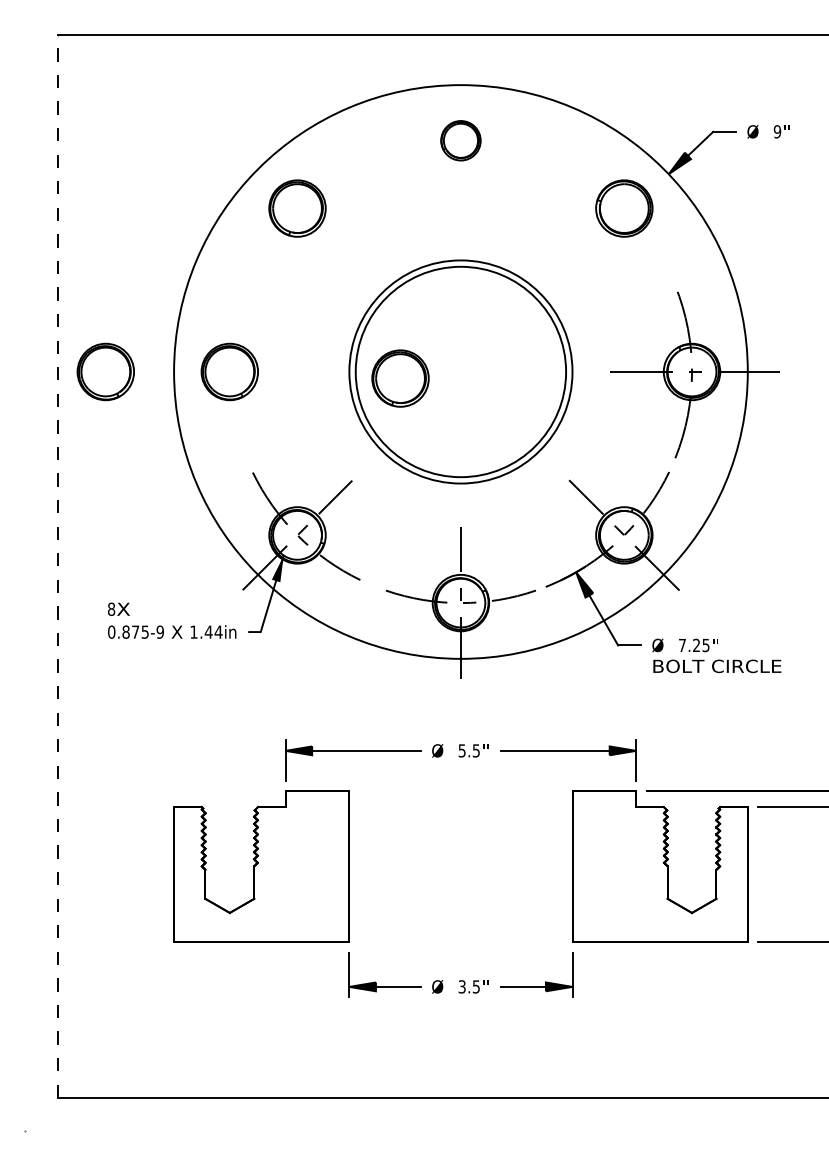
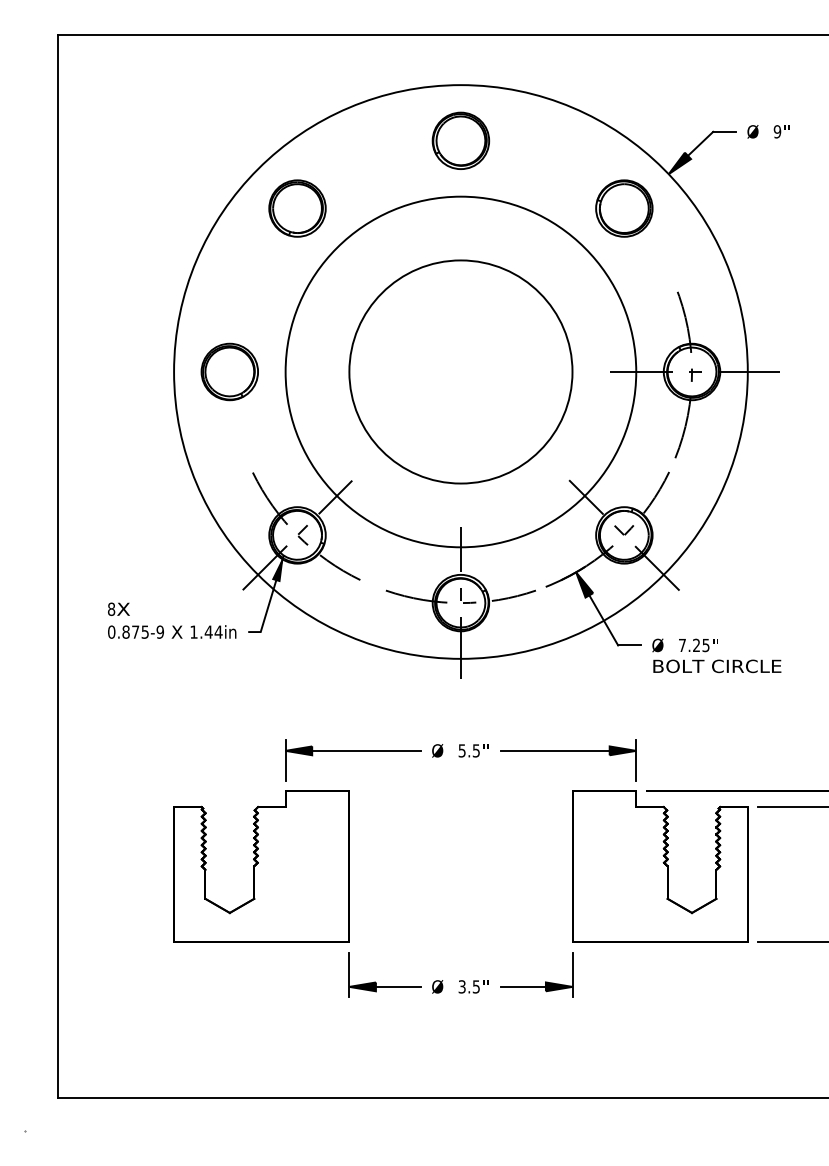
part at (460, 140) size: 42x42 px -> 60x59 px
part at (105, 371): present -> none
circle at (460, 371) diameter: 210 px -> 351 px
part at (400, 378): present -> none
line at (57, 565): dashed -> solid
